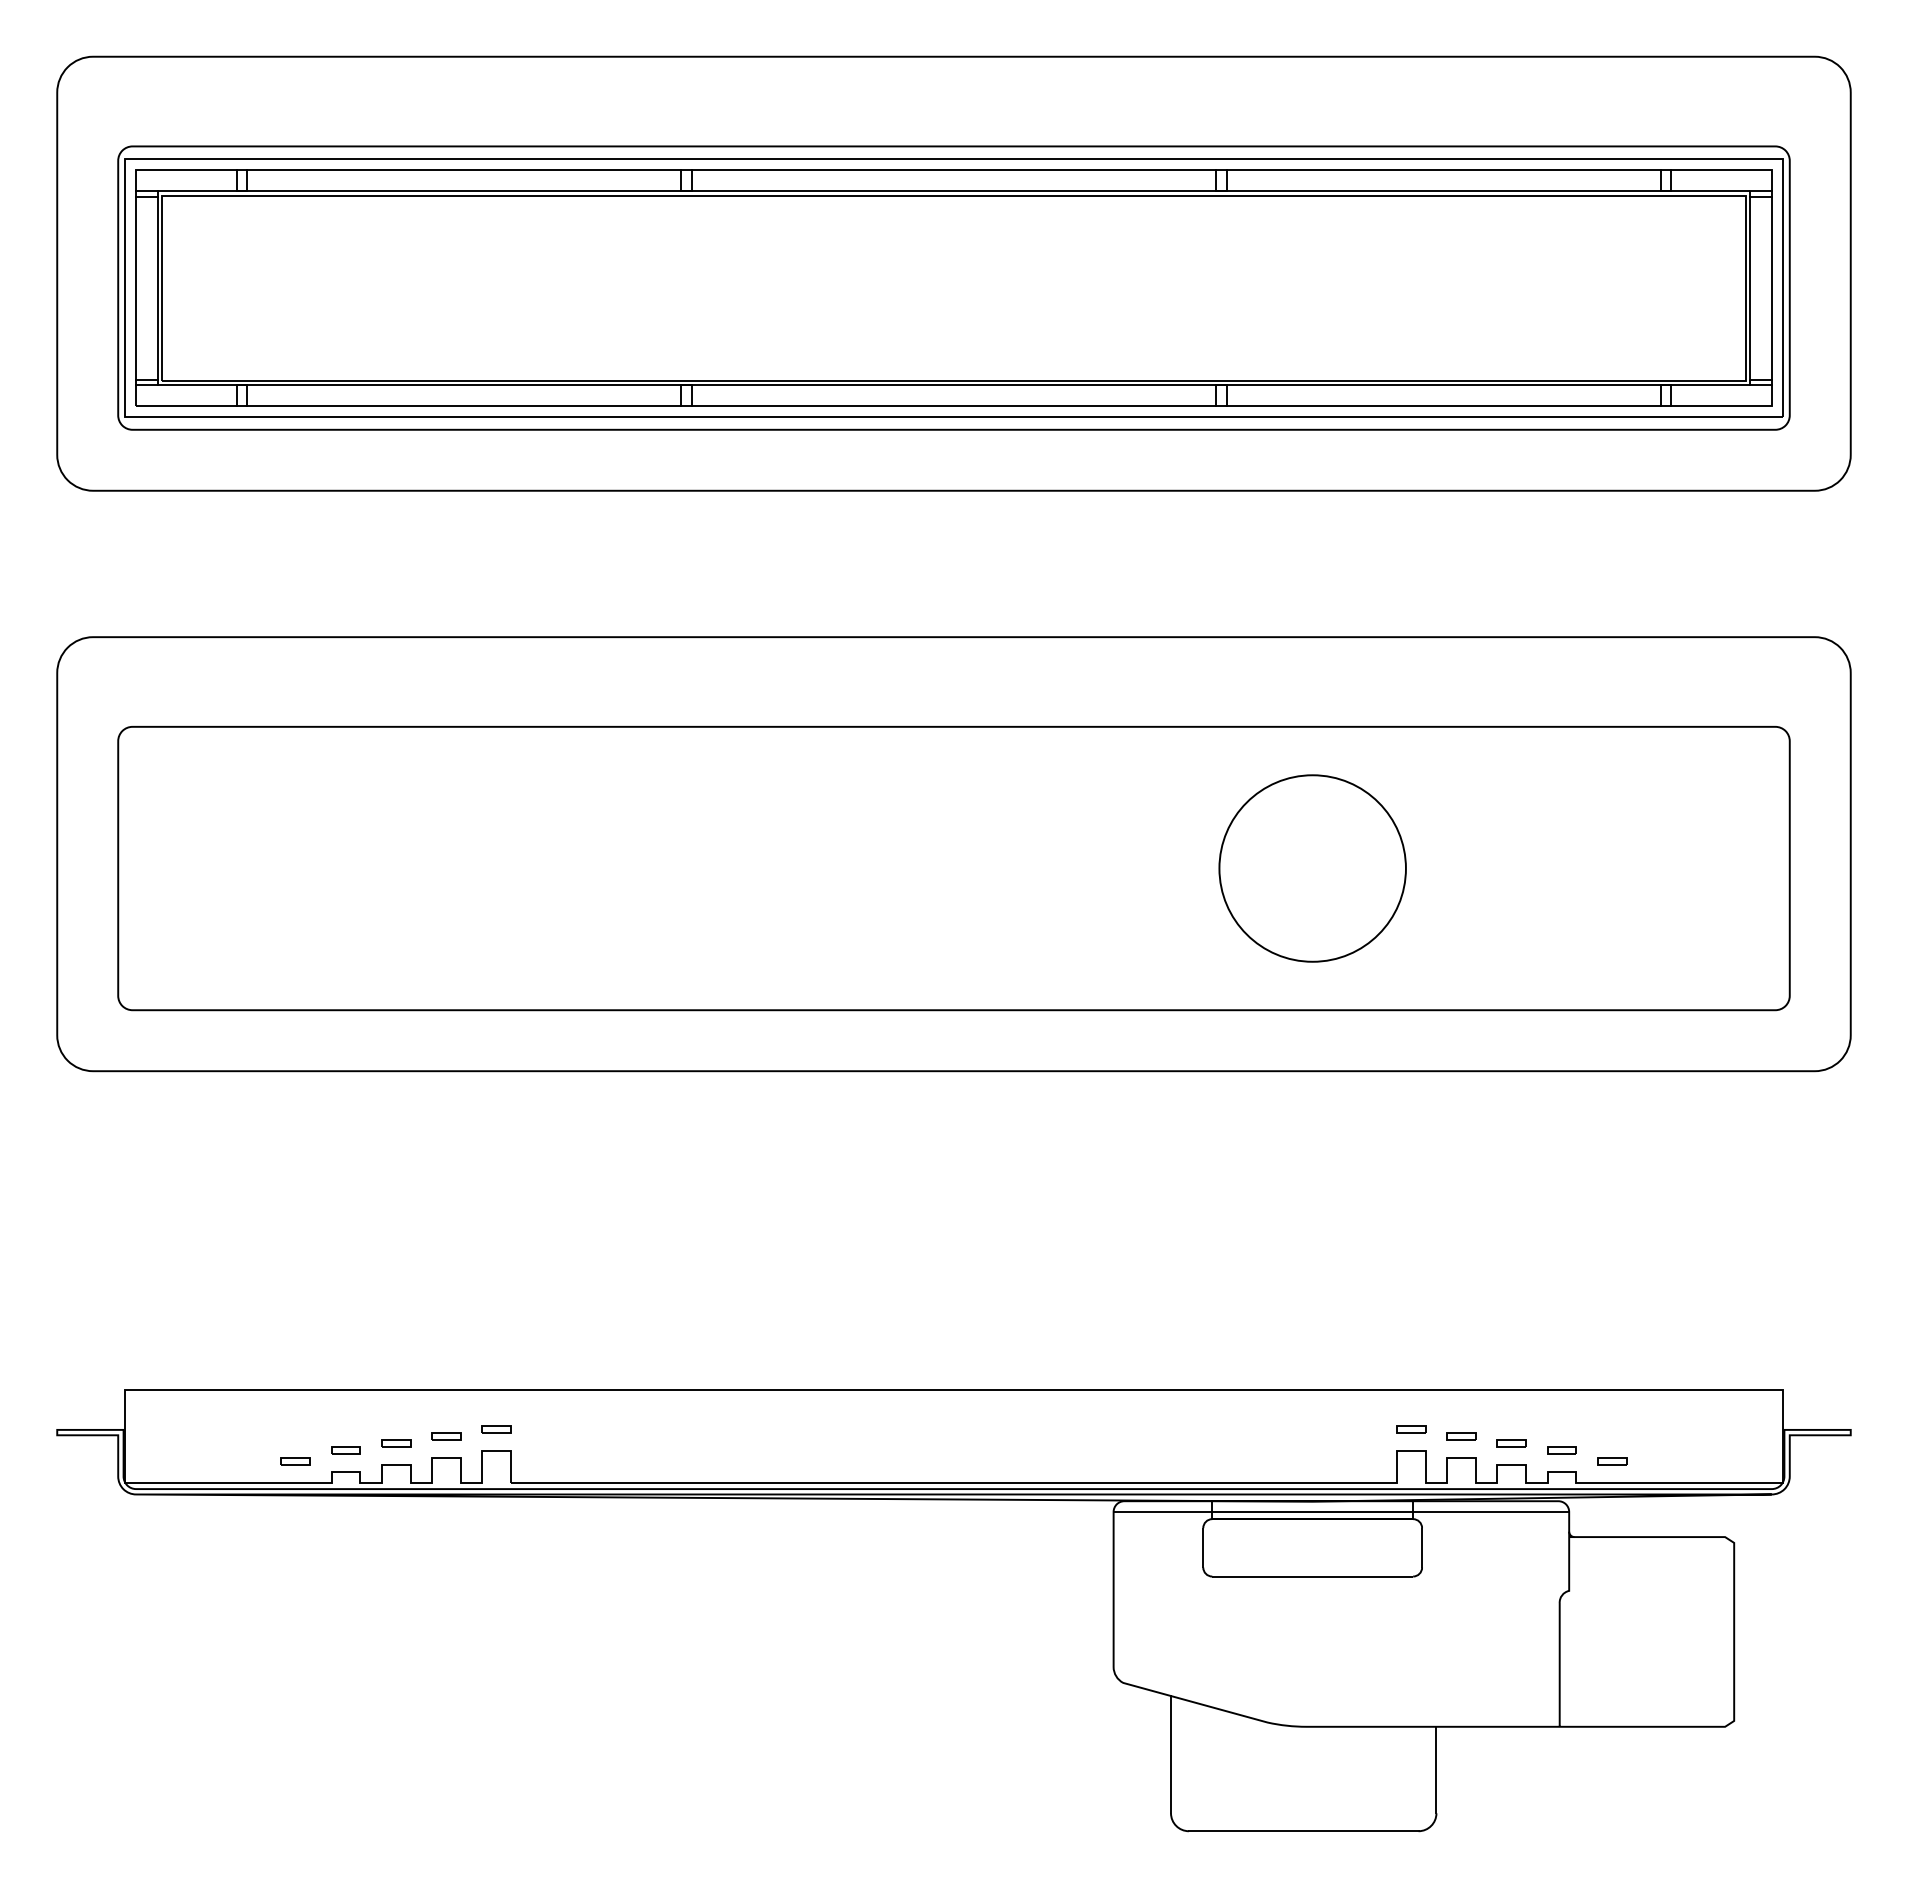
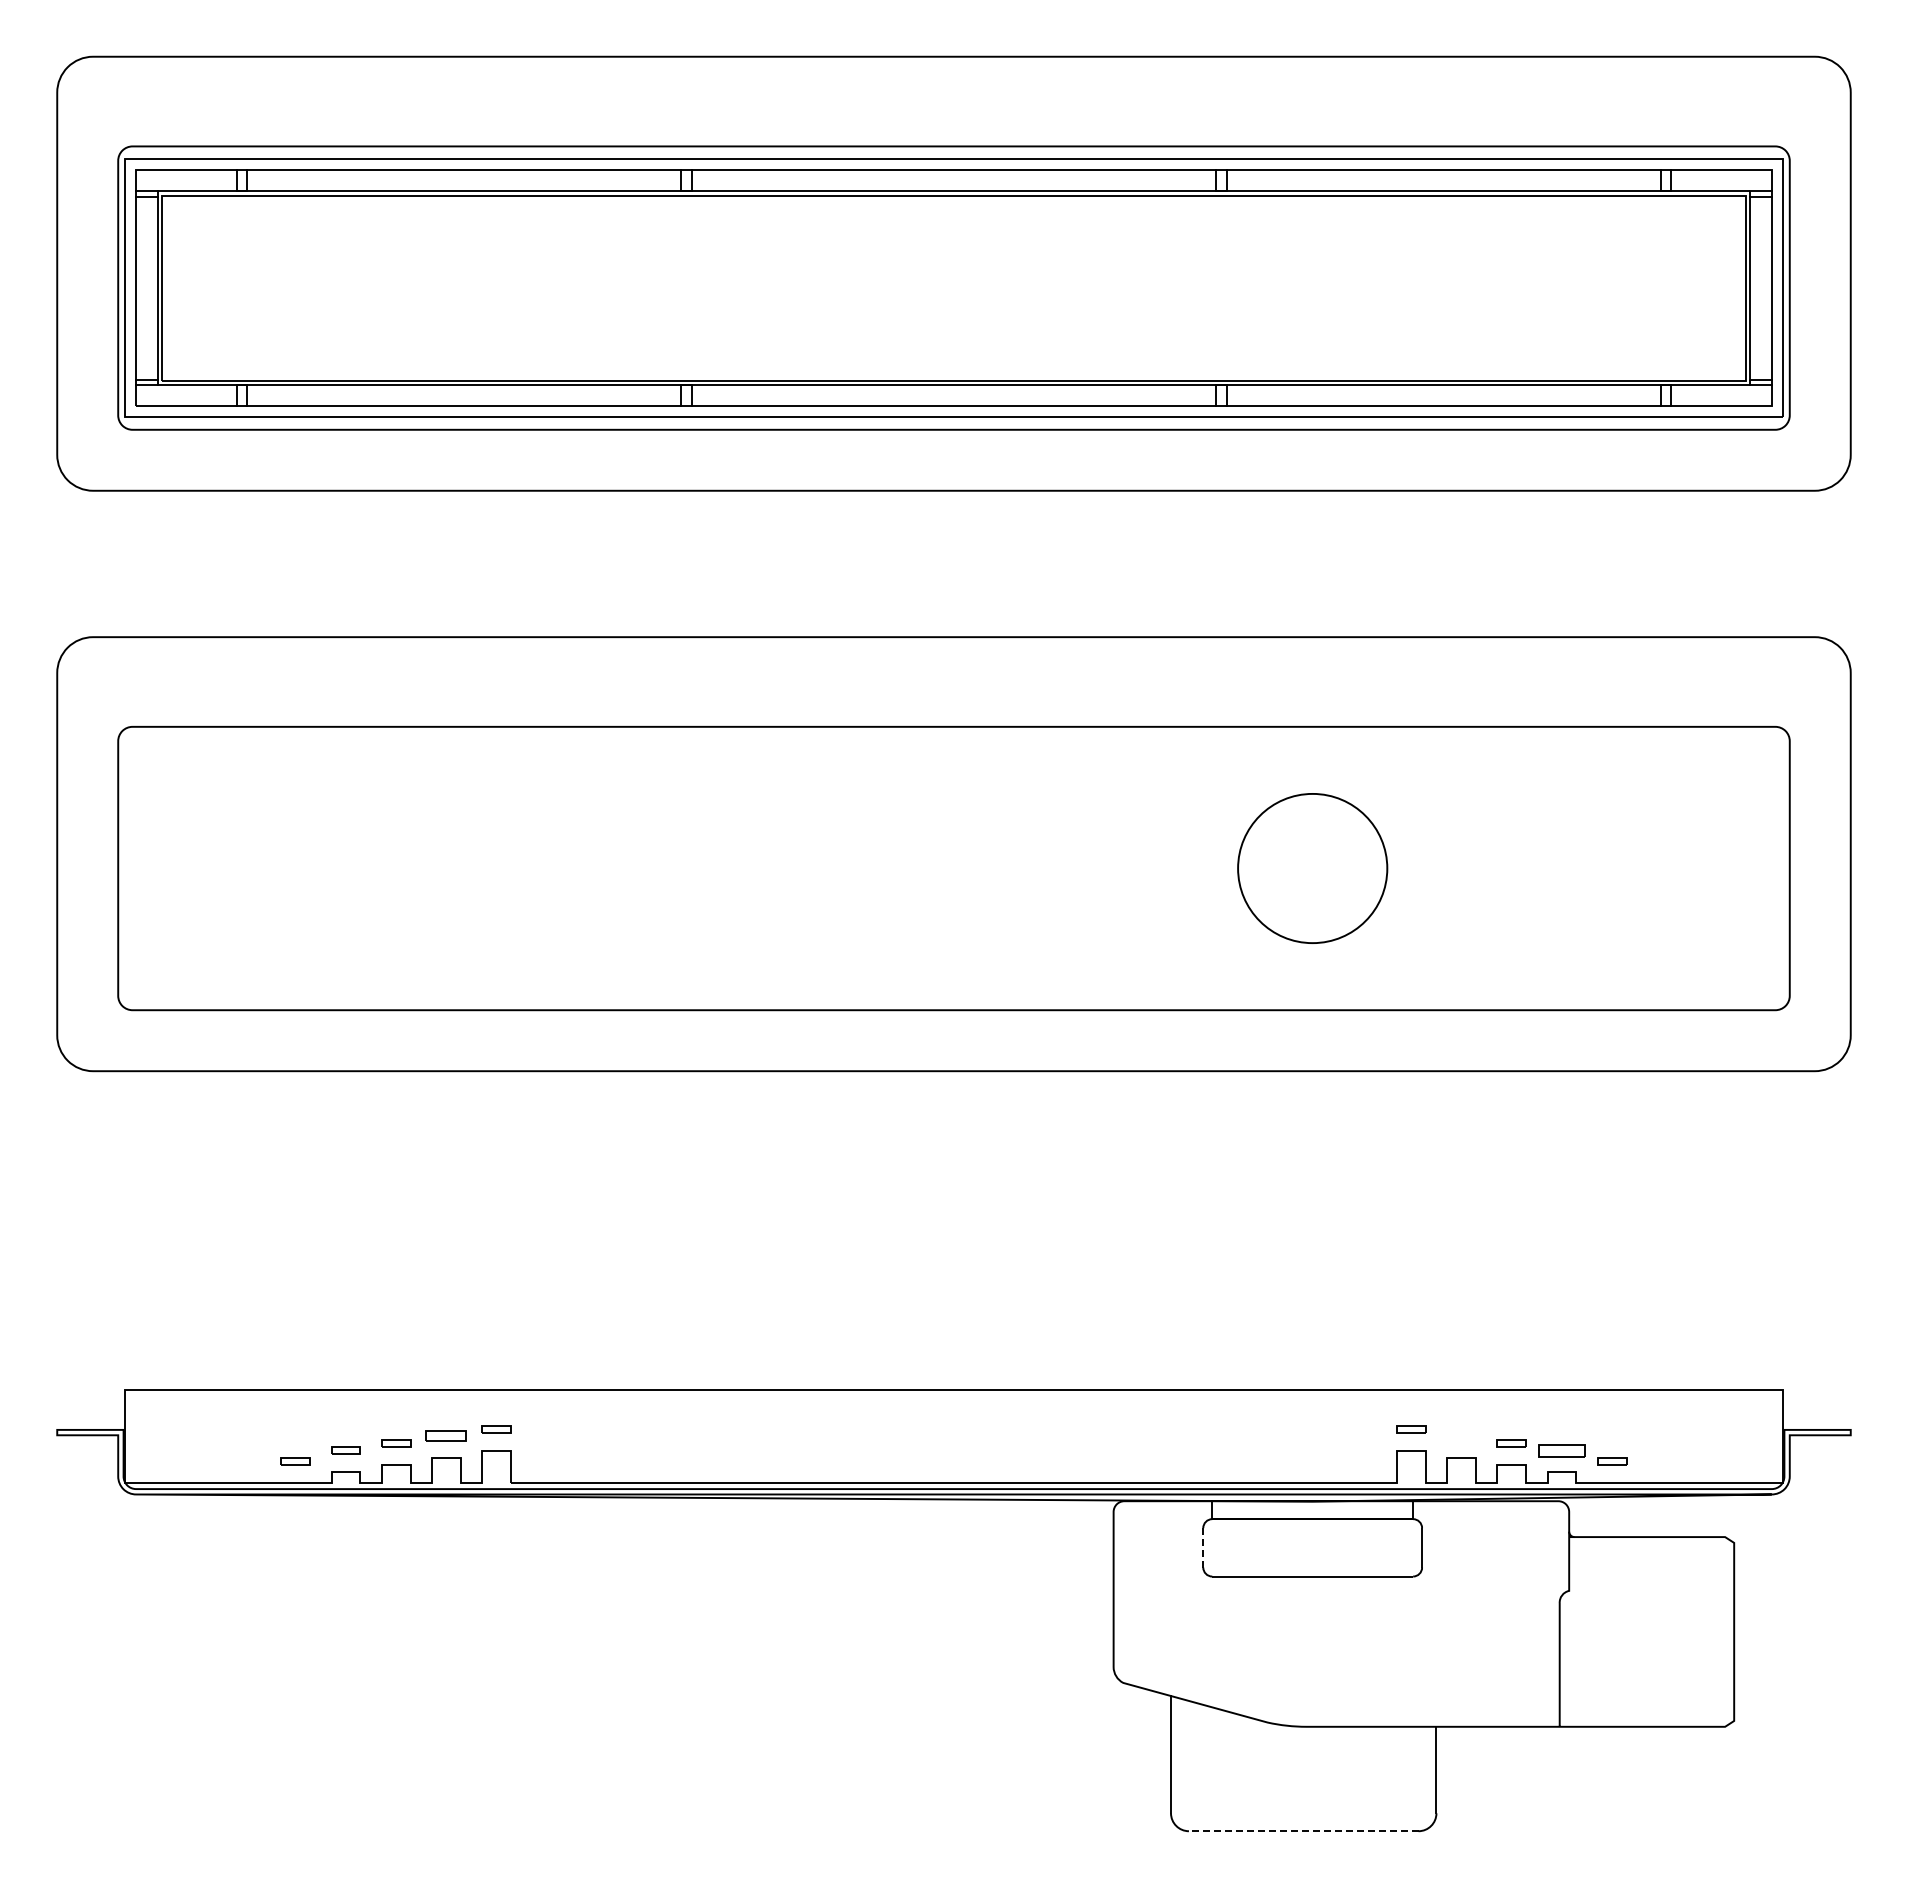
circle at (1312, 868) diameter: 187 px -> 149 px
part at (446, 1436) size: 31x9 px -> 42x12 px
part at (1461, 1436): present -> none
part at (1561, 1450) size: 30x9 px -> 48x14 px
line at (1341, 1511): present -> none
line at (1203, 1547): solid -> dashed
line at (1303, 1831): solid -> dashed
